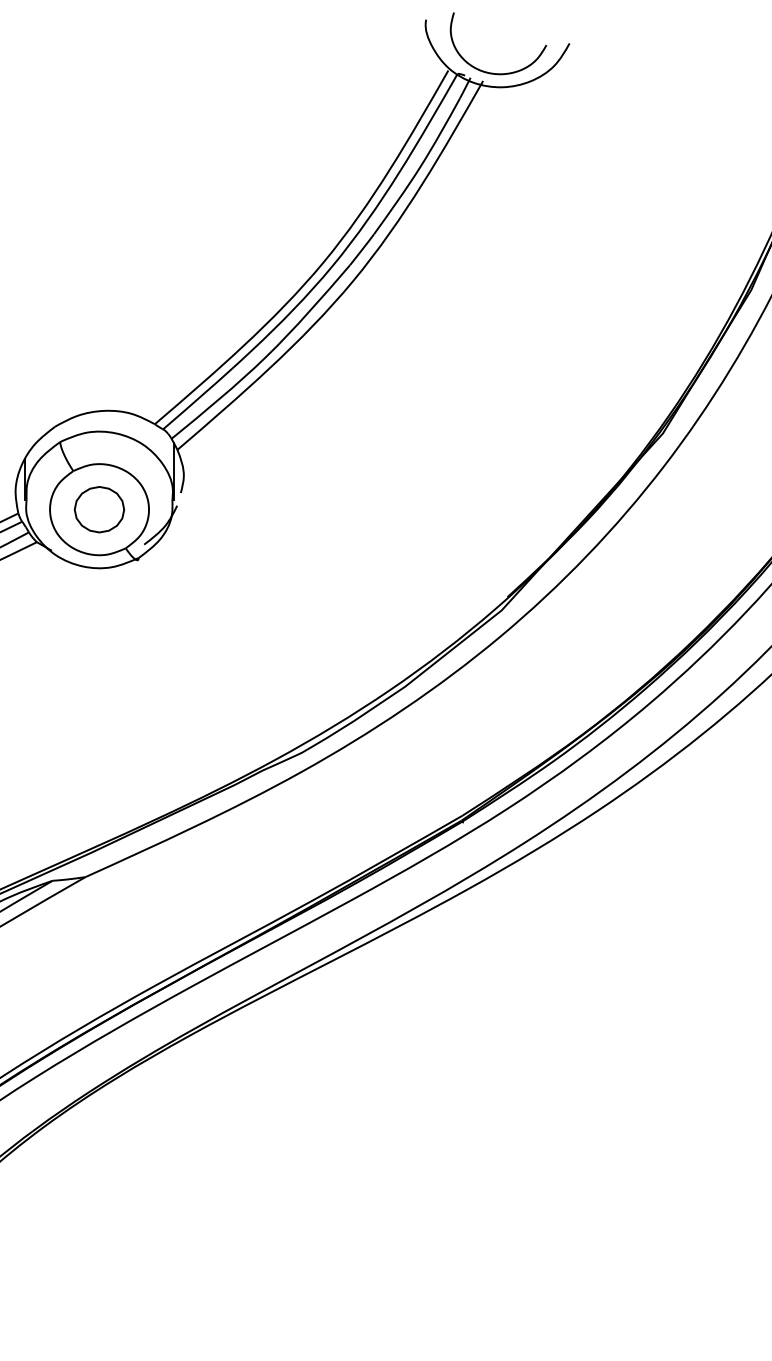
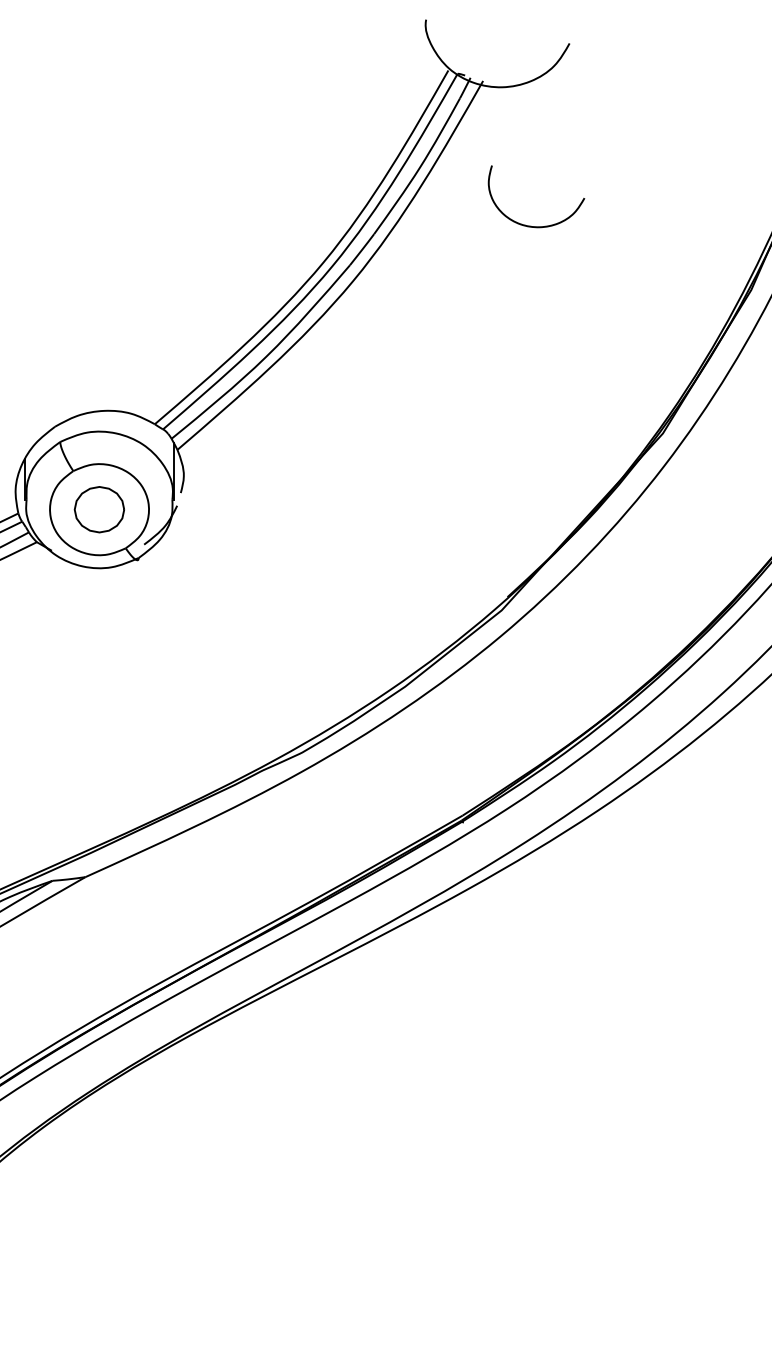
curve at (493, 72) position: (493, 72) -> (531, 225)
